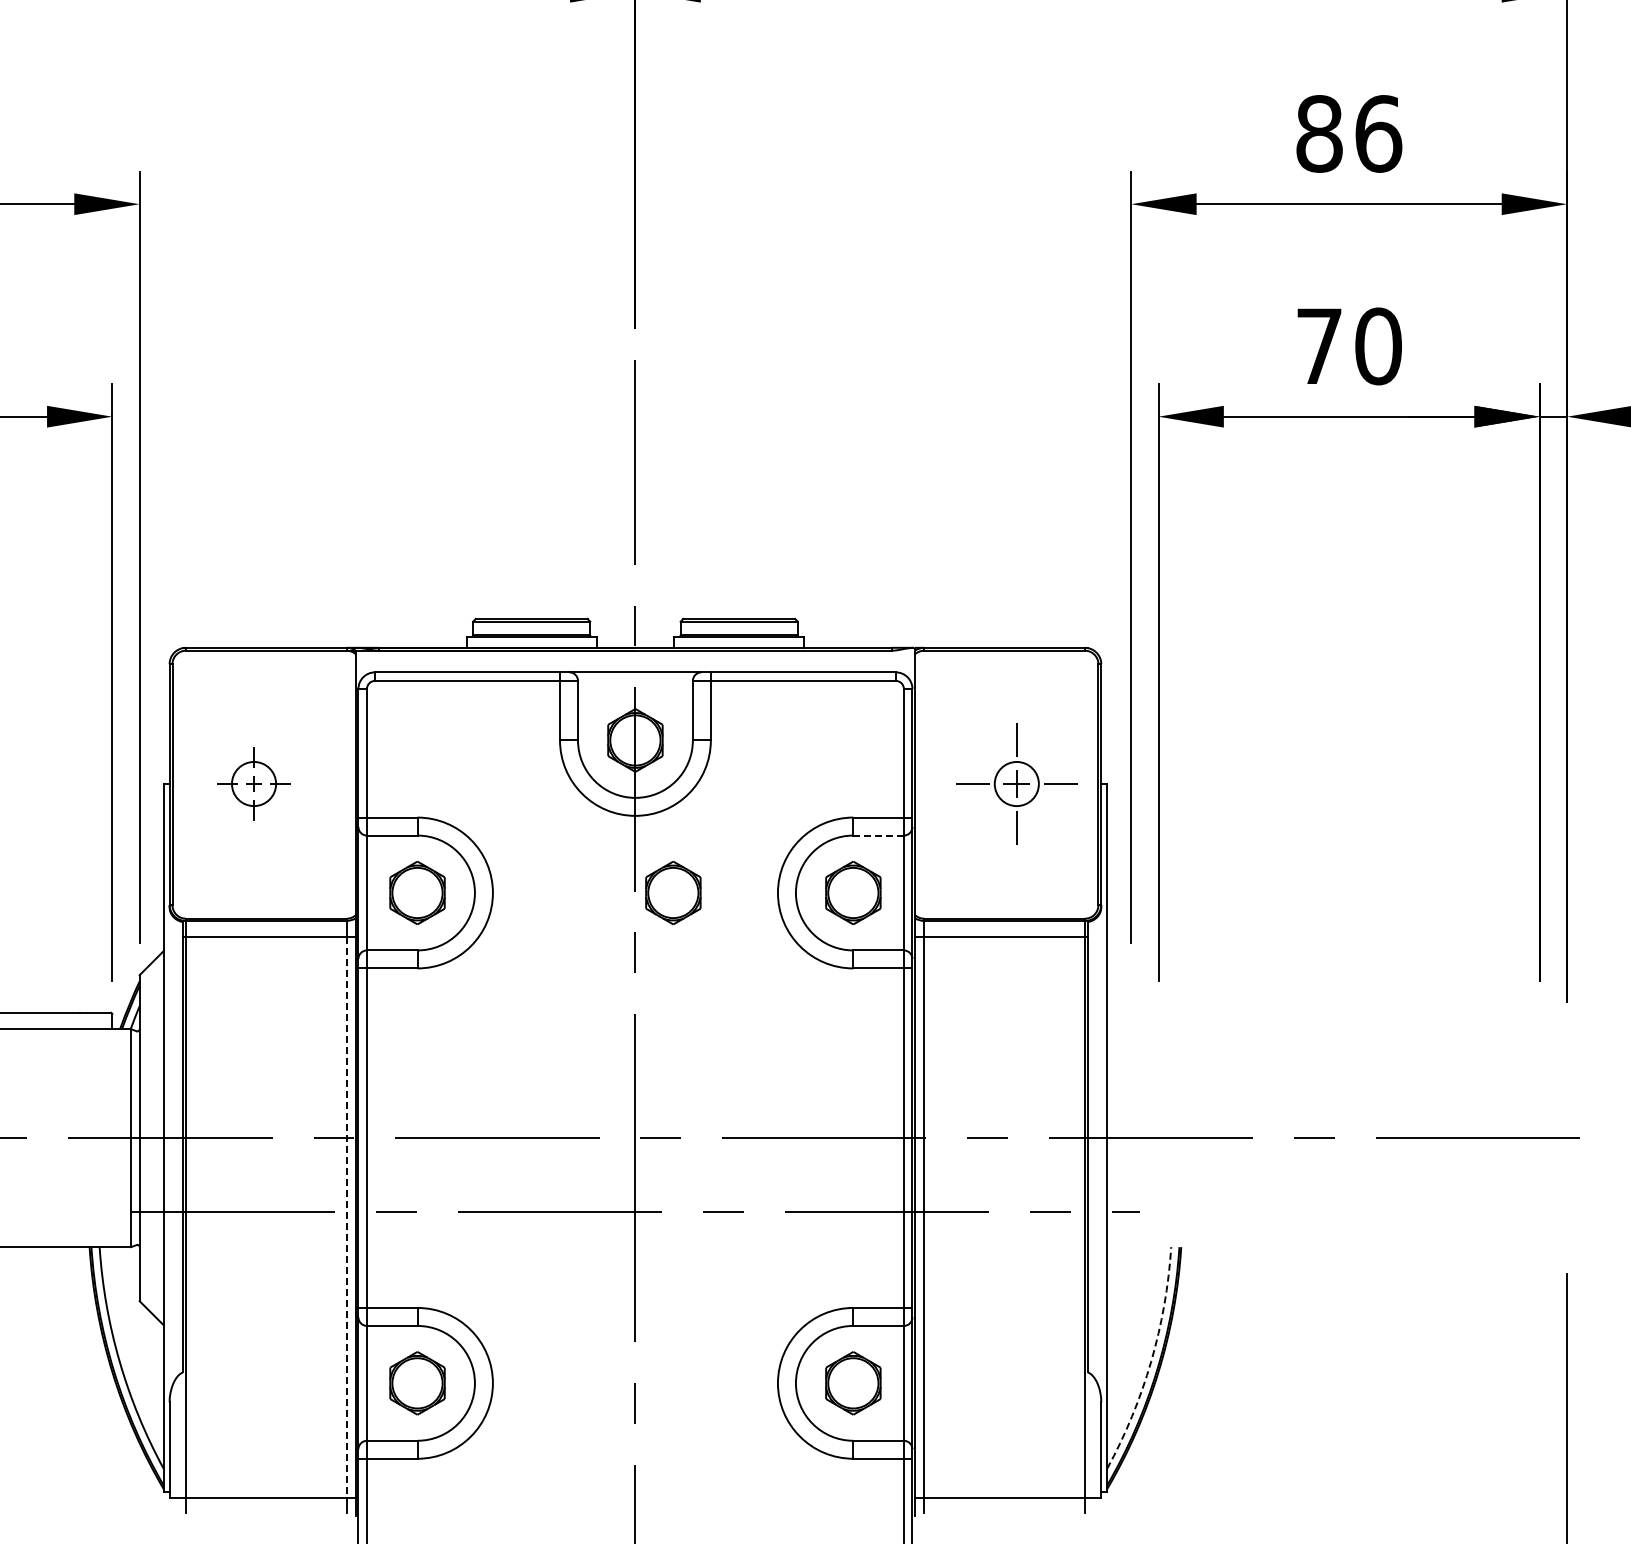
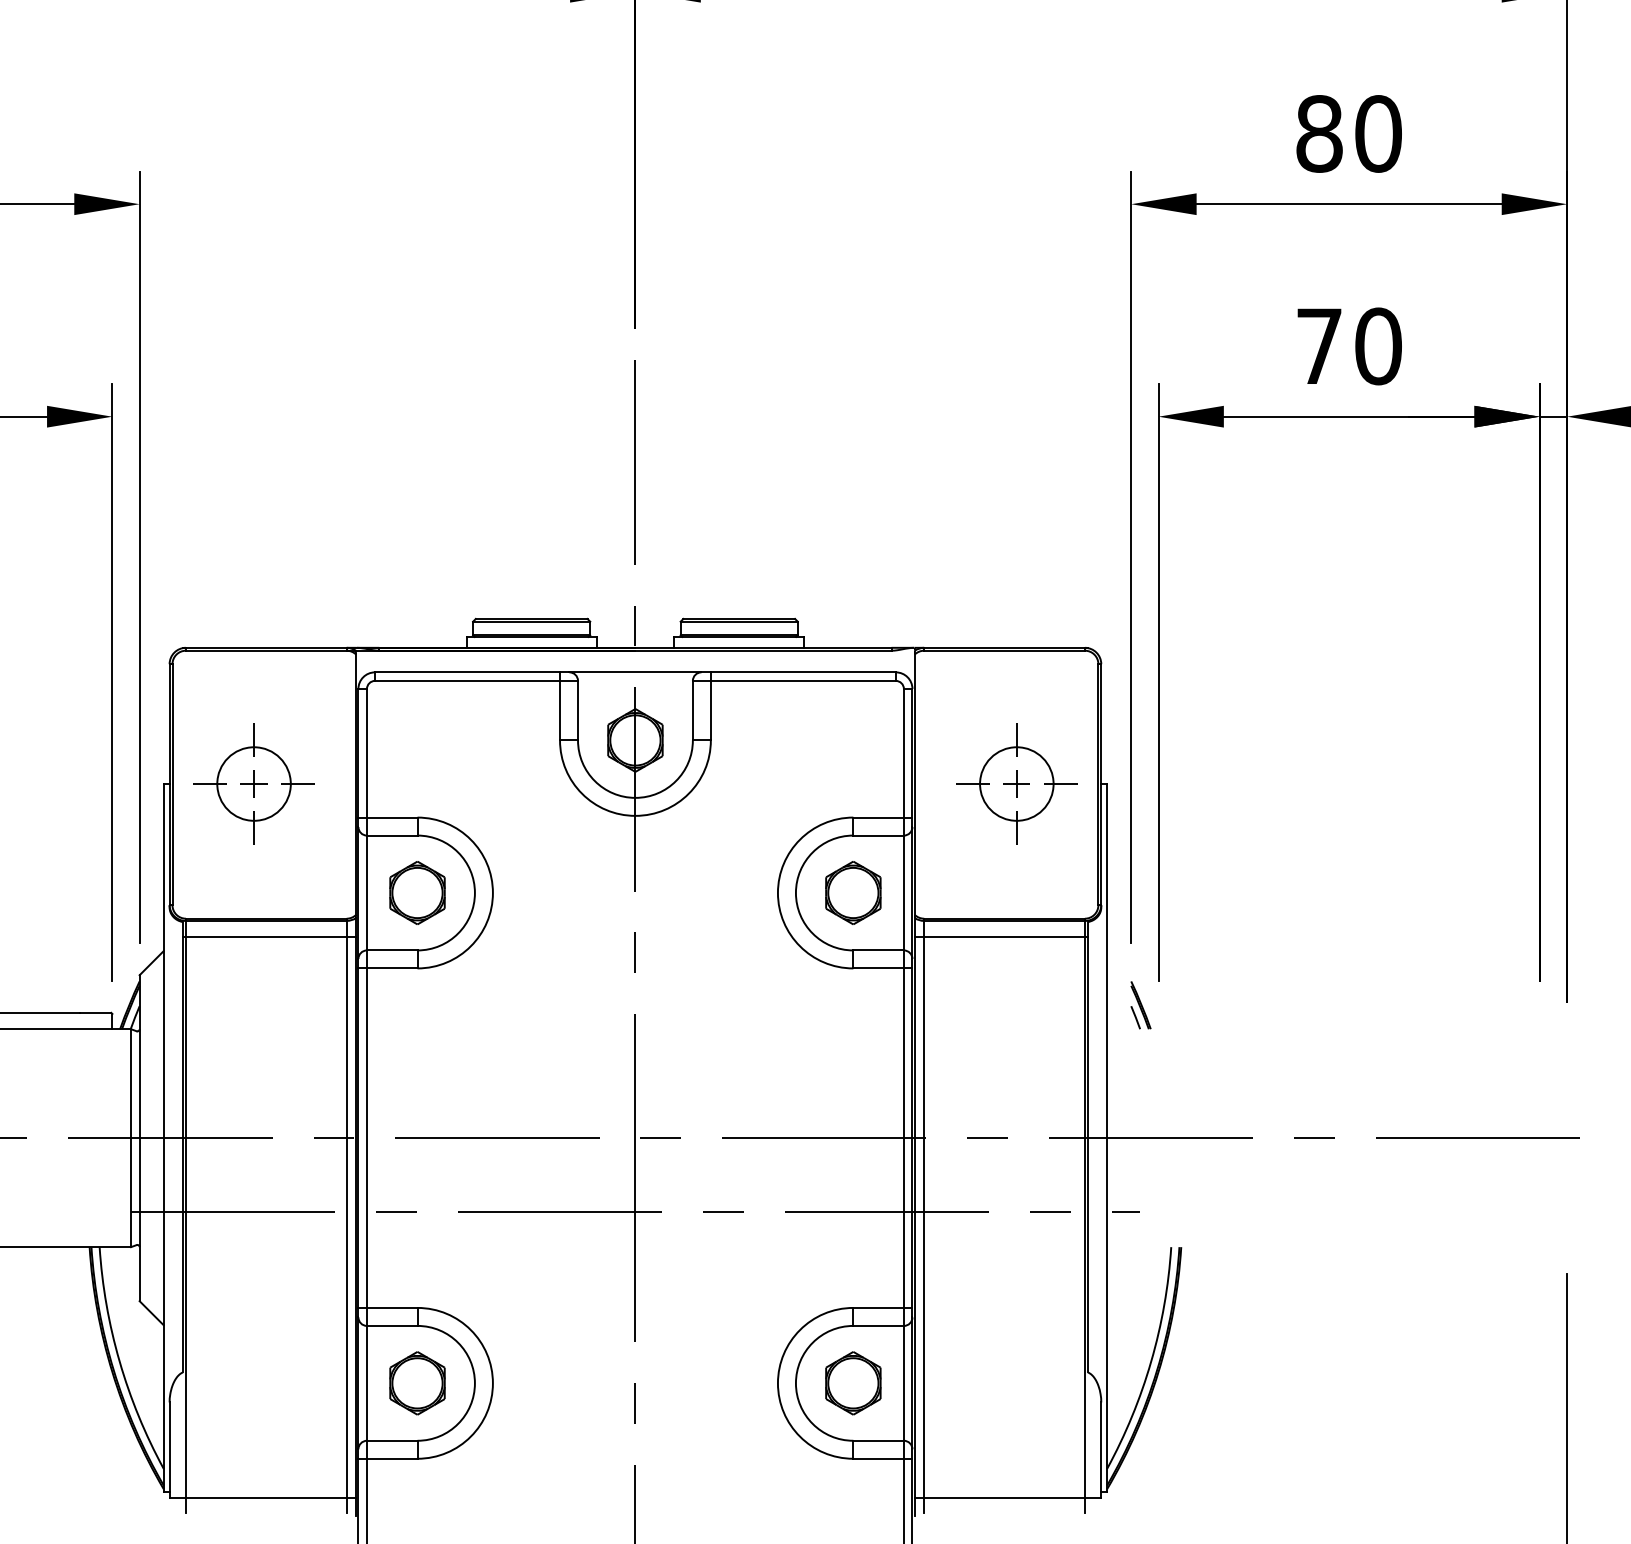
text at (1378, 133): 86 -> 80
part at (253, 783) size: 74x74 px -> 122x122 px
circle at (1016, 783) diameter: 44 px -> 74 px
line at (878, 835): dashed -> solid
part at (673, 892): present -> none
part at (1140, 1005): none -> present
line at (346, 1217): dashed -> solid
arc at (1151, 1361): dashed -> solid
